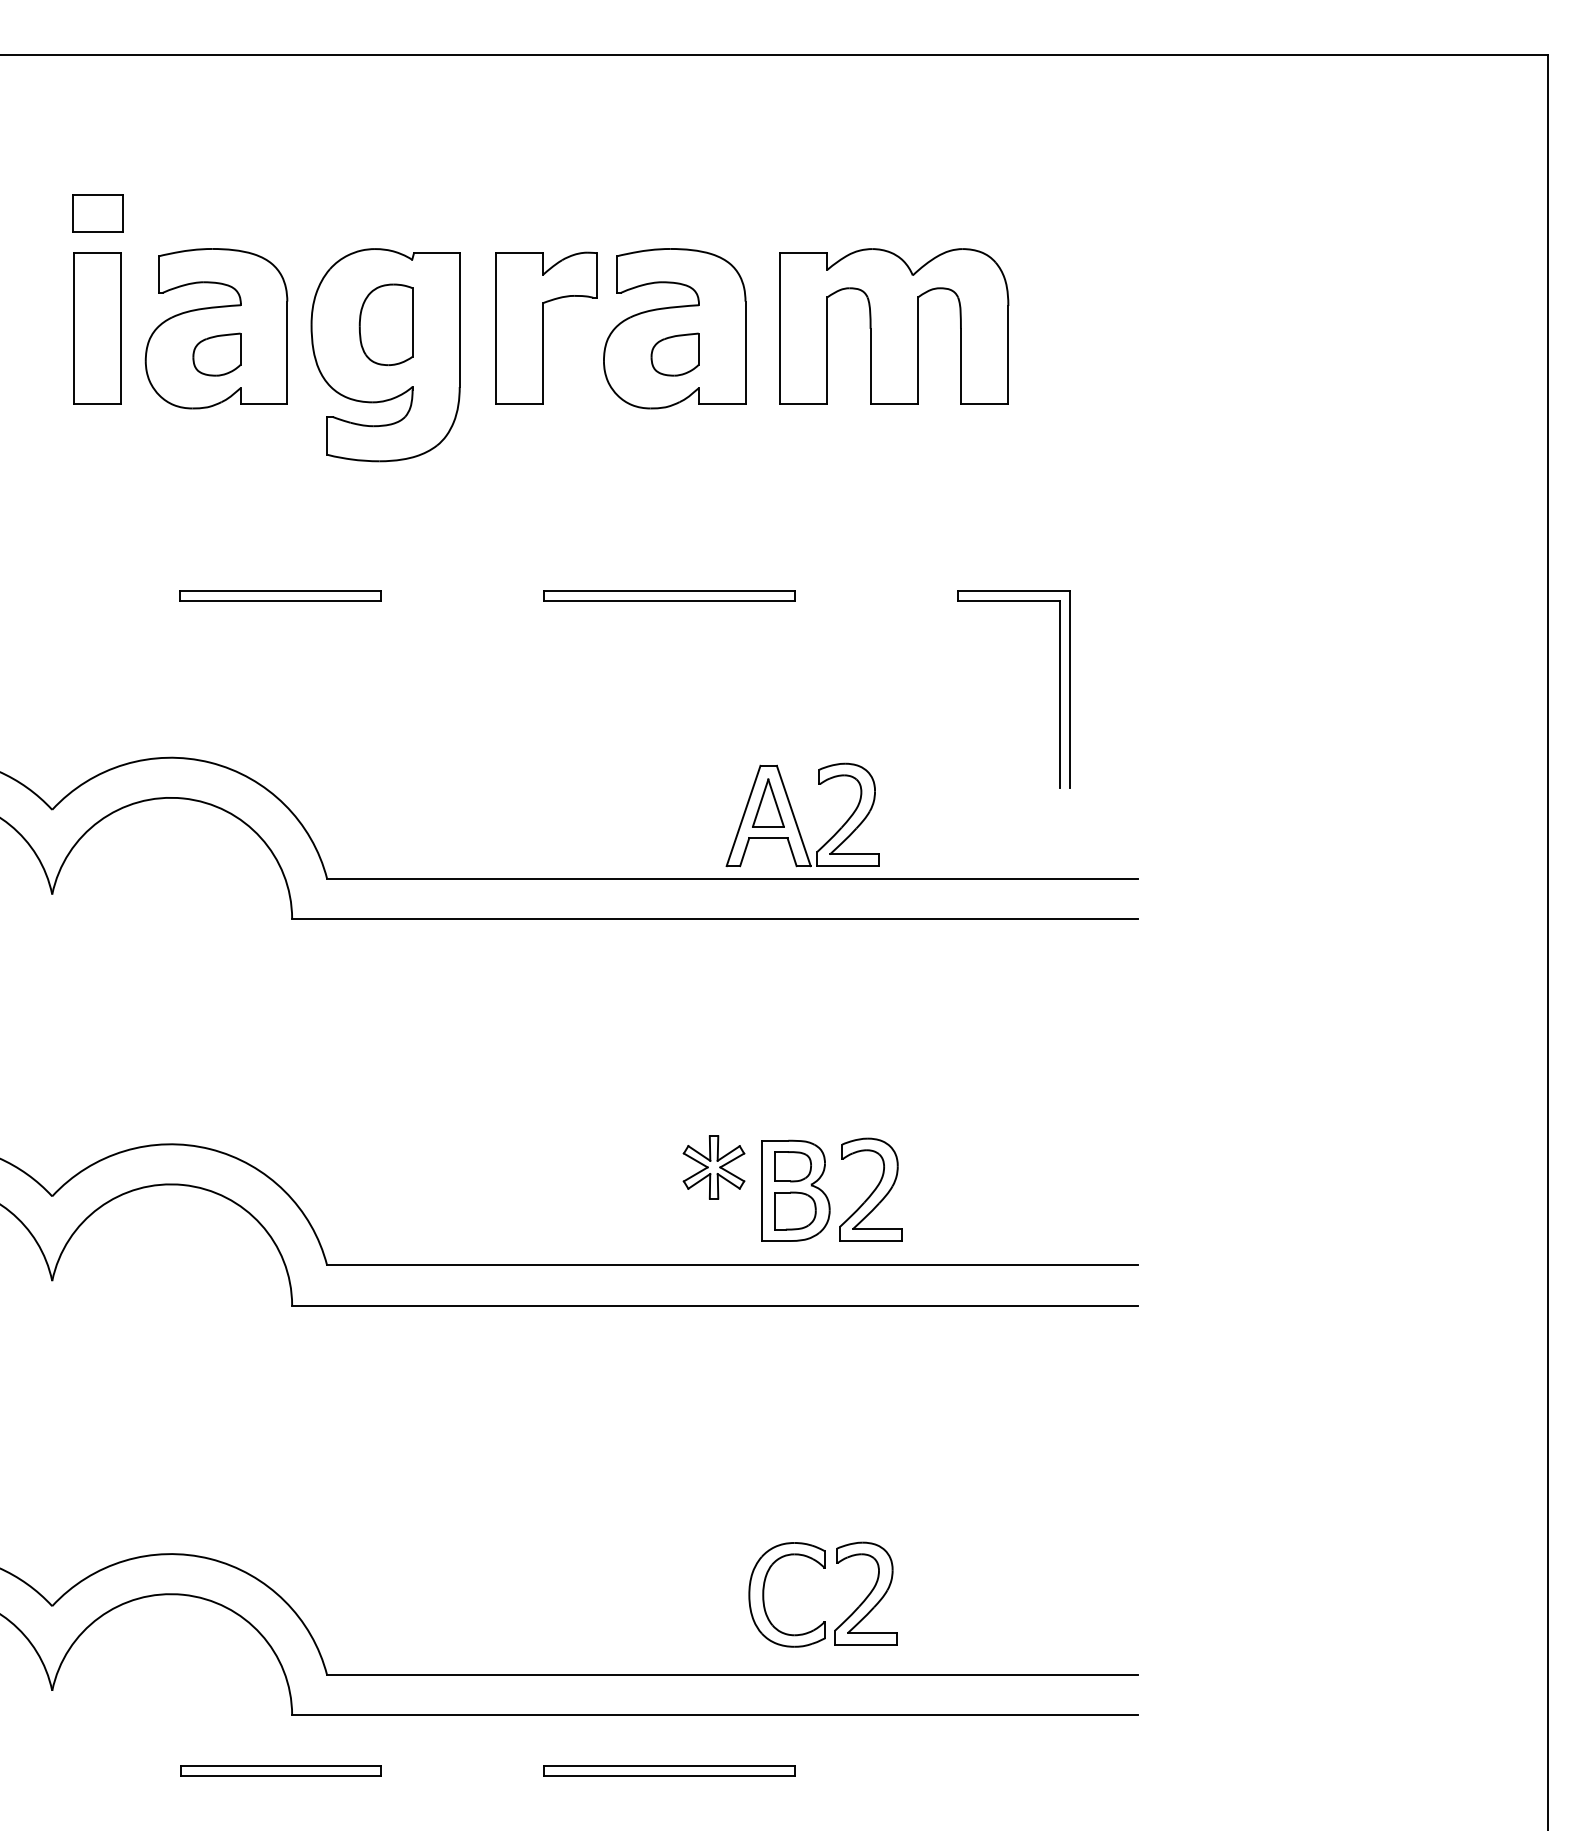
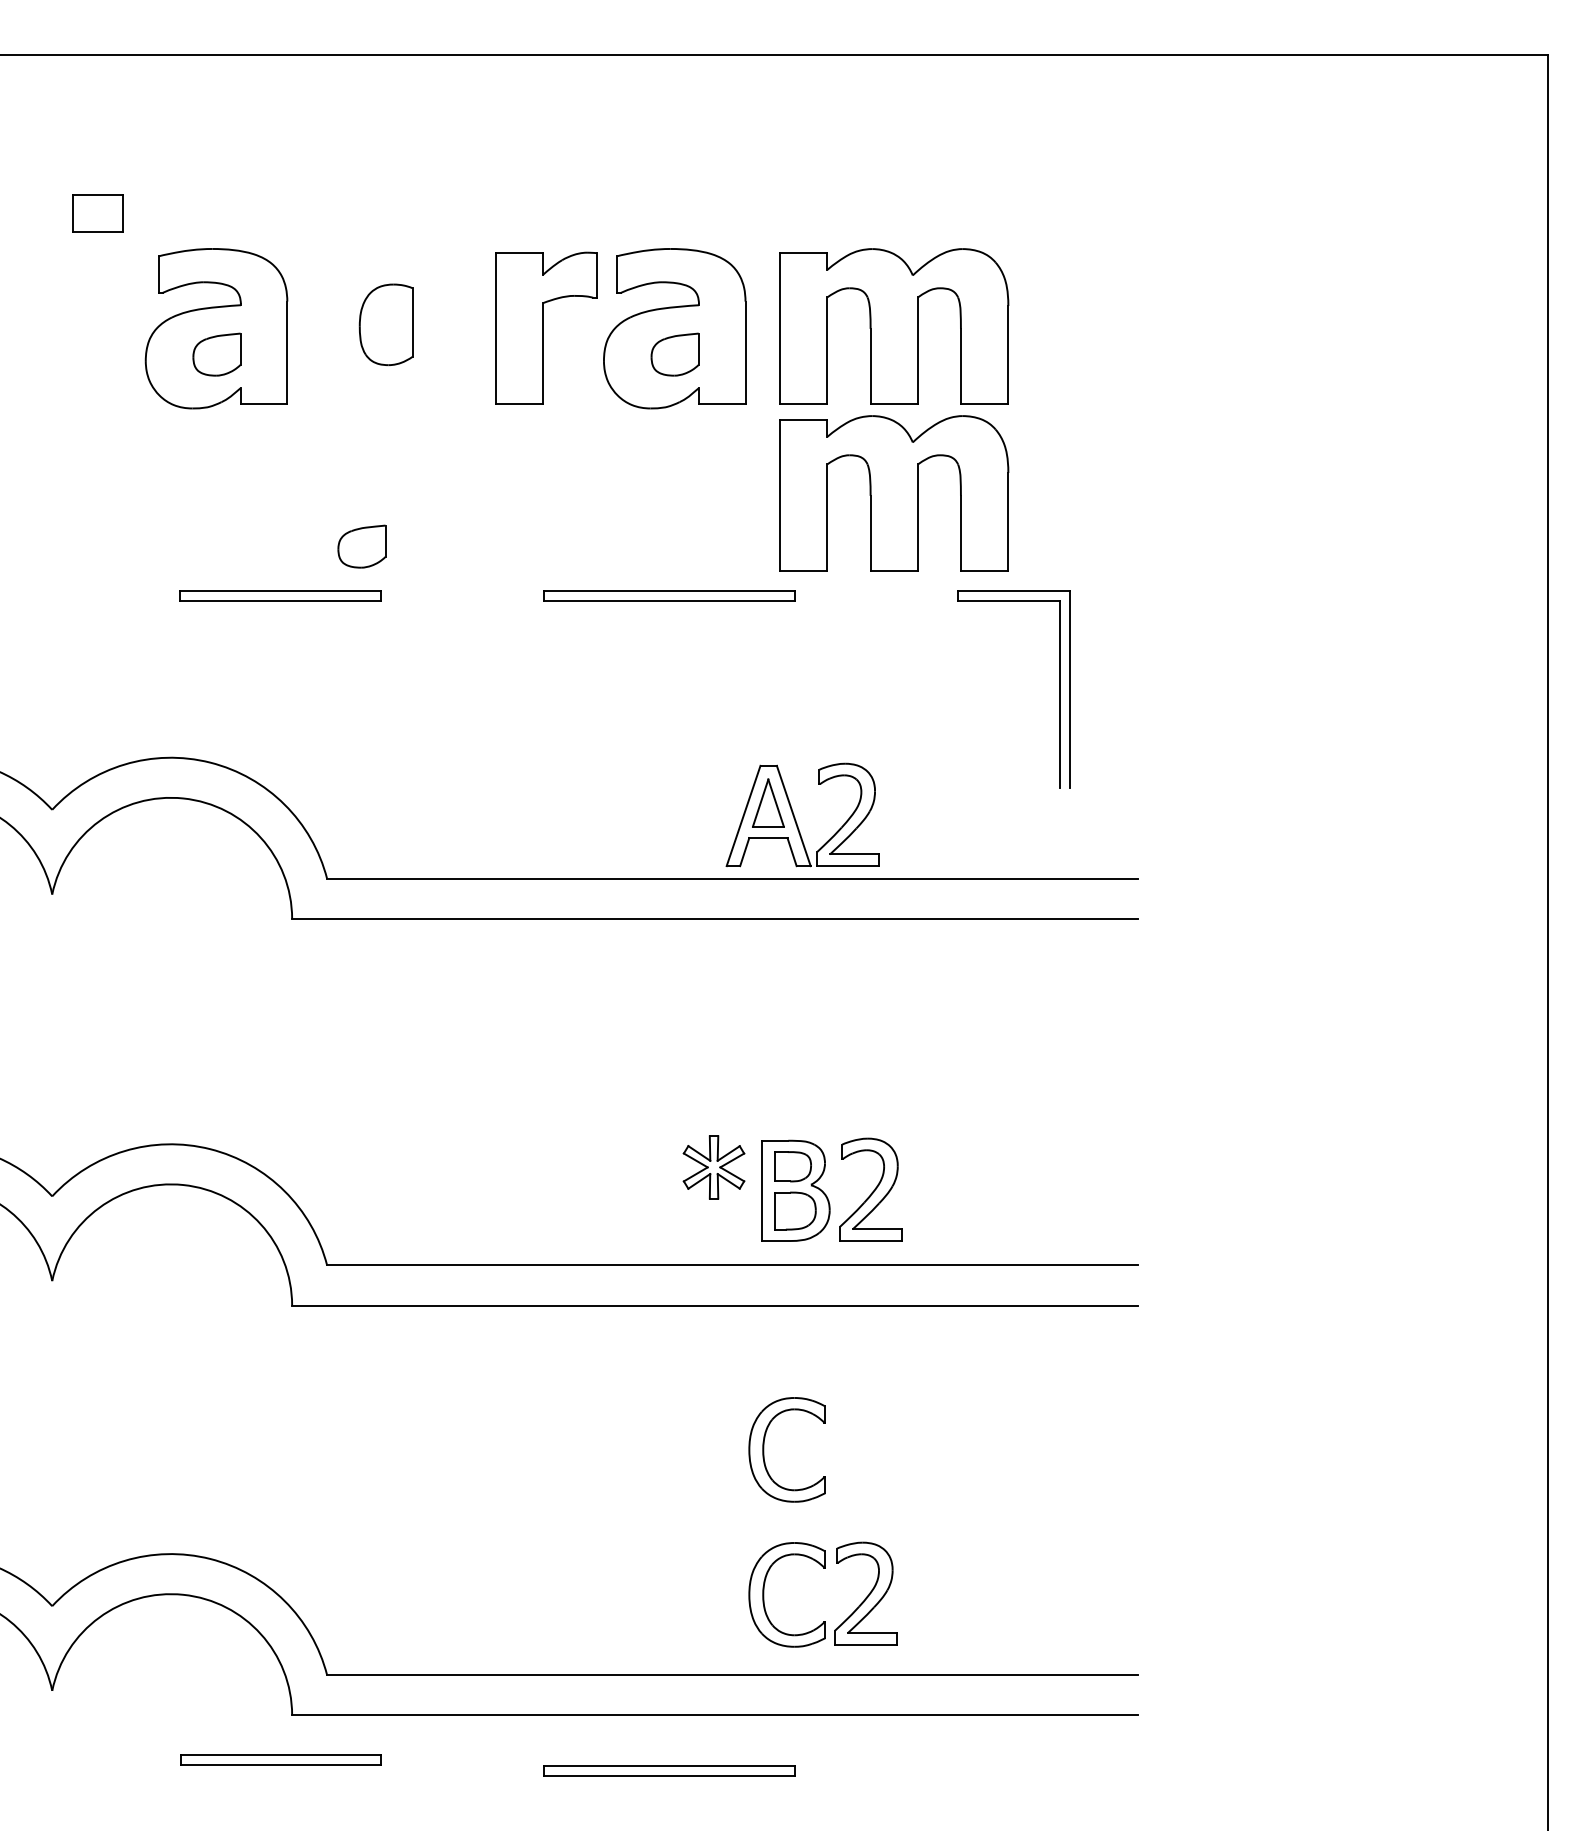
part at (97, 328): present -> none
part at (385, 355): present -> none
part at (894, 493): none -> present
part at (361, 546): none -> present
part at (764, 1449): none -> present
part at (280, 1770) position: (280, 1770) -> (280, 1759)
